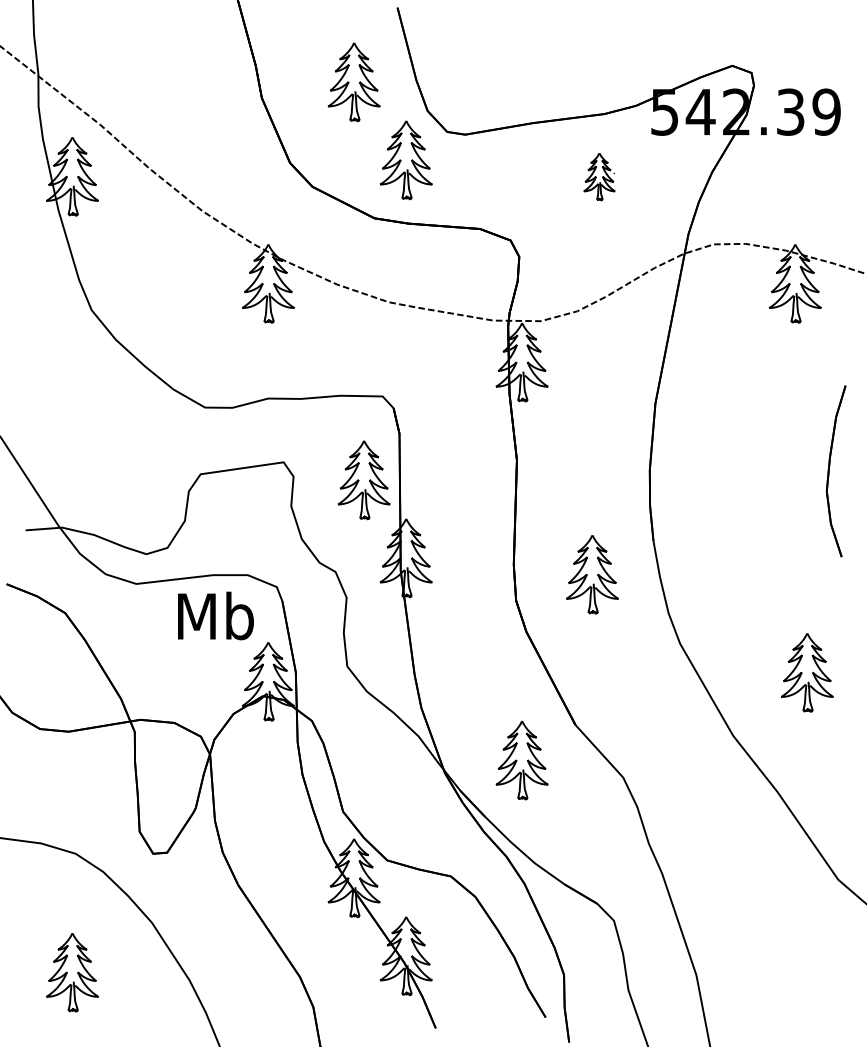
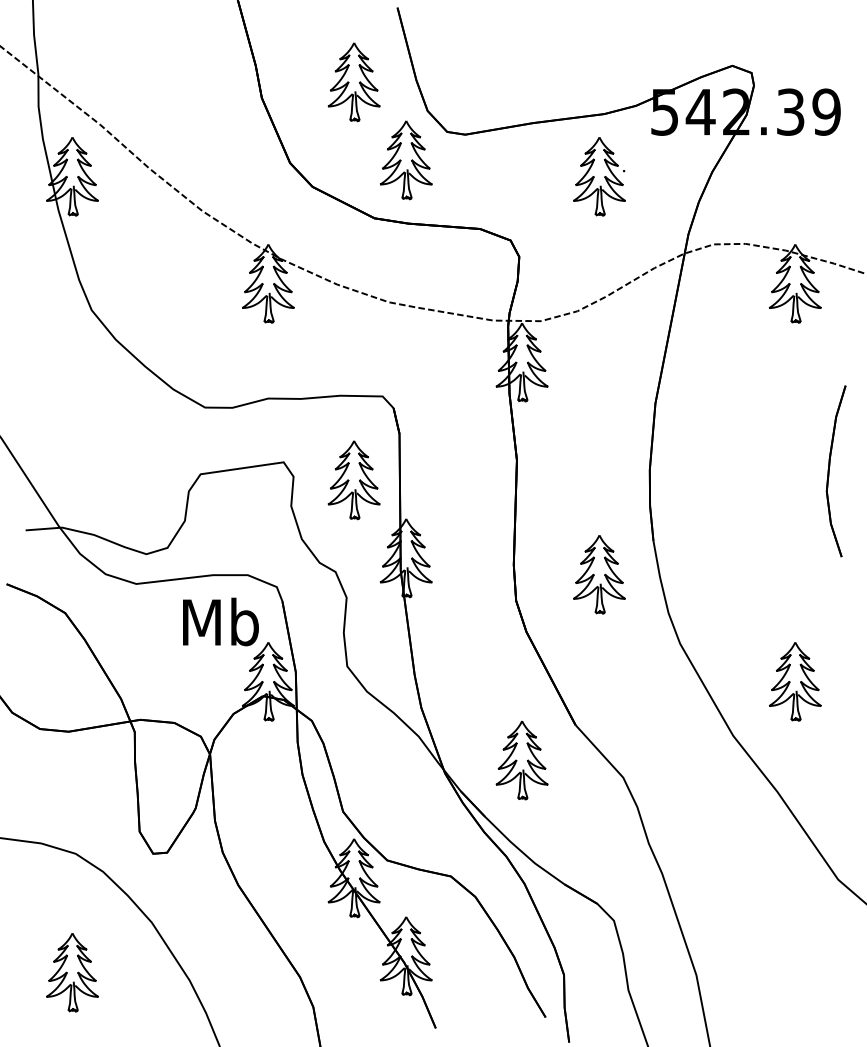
part at (599, 177) size: 33x49 px -> 53x80 px
part at (363, 480) position: (363, 480) -> (353, 480)
part at (592, 574) position: (592, 574) -> (599, 574)
text at (215, 615) position: (215, 615) -> (220, 621)
part at (807, 672) position: (807, 672) -> (795, 681)
